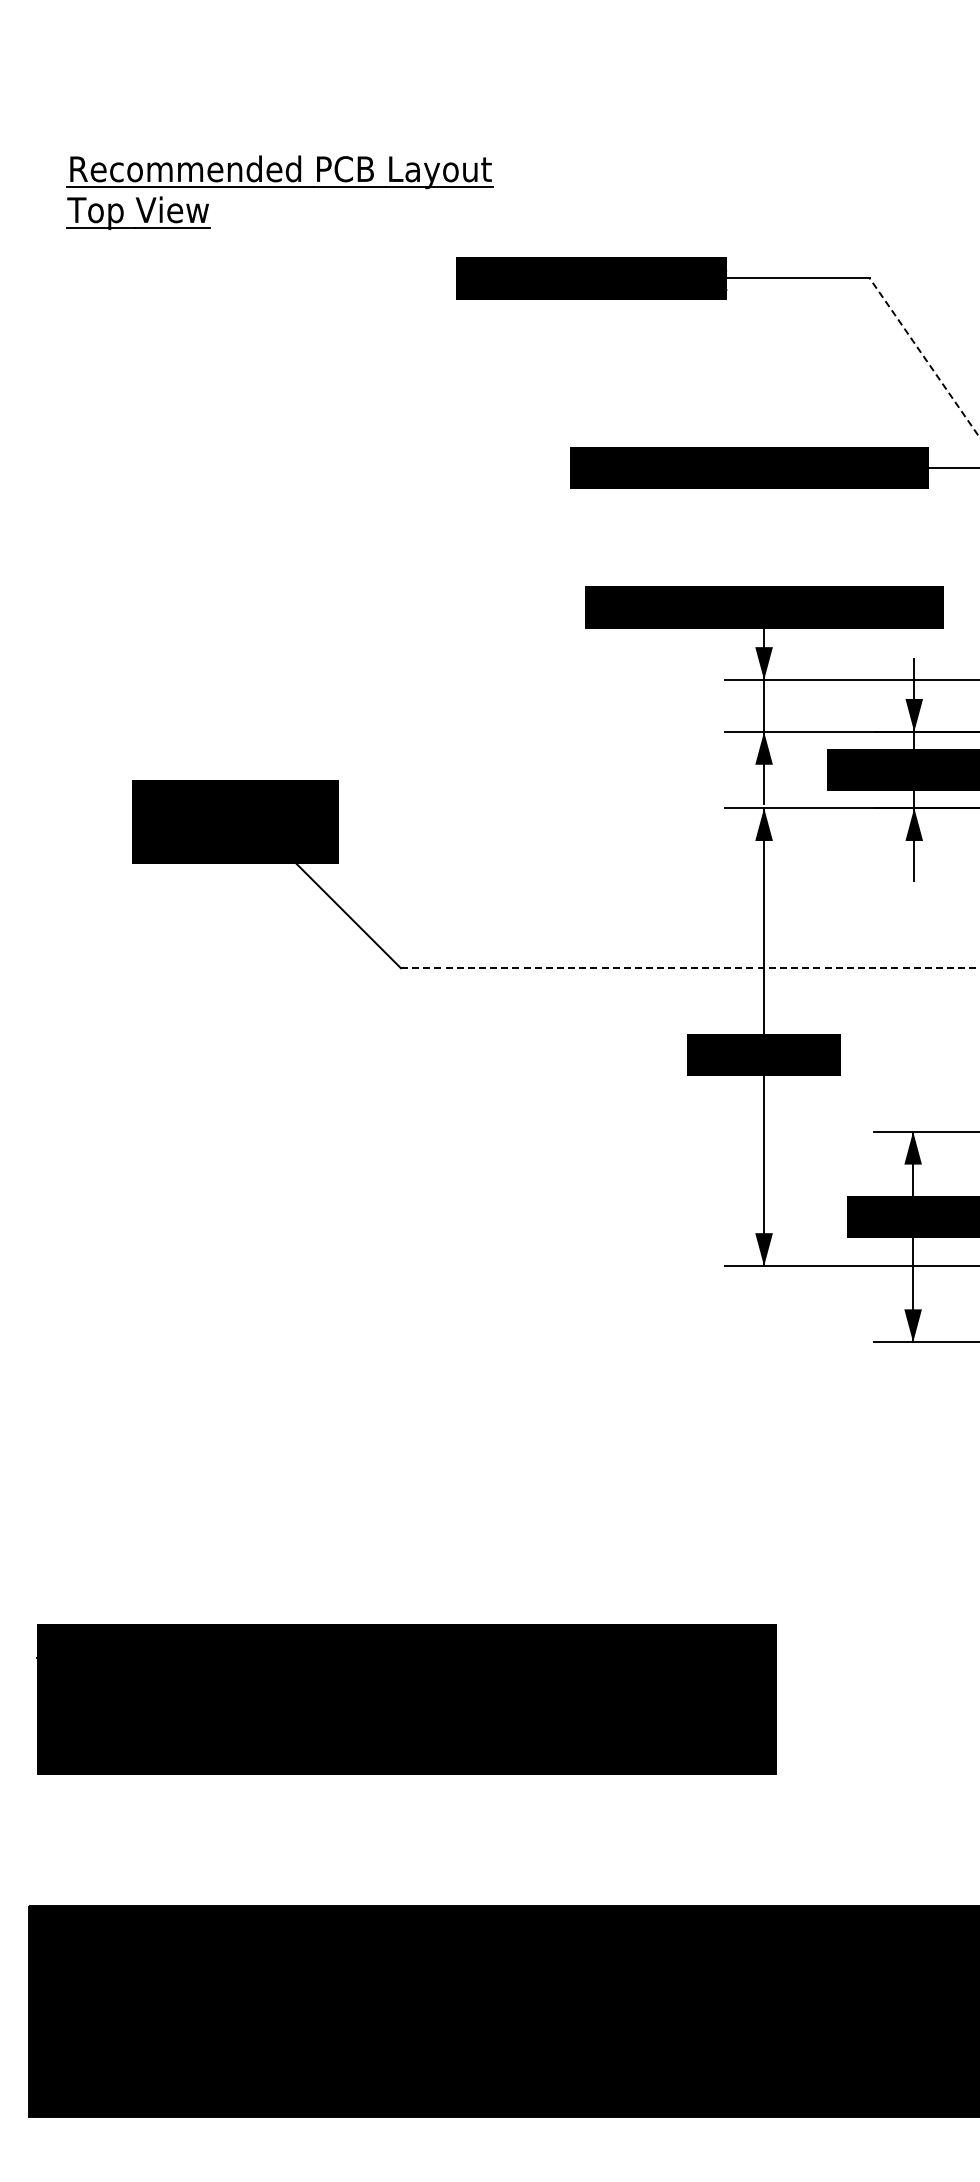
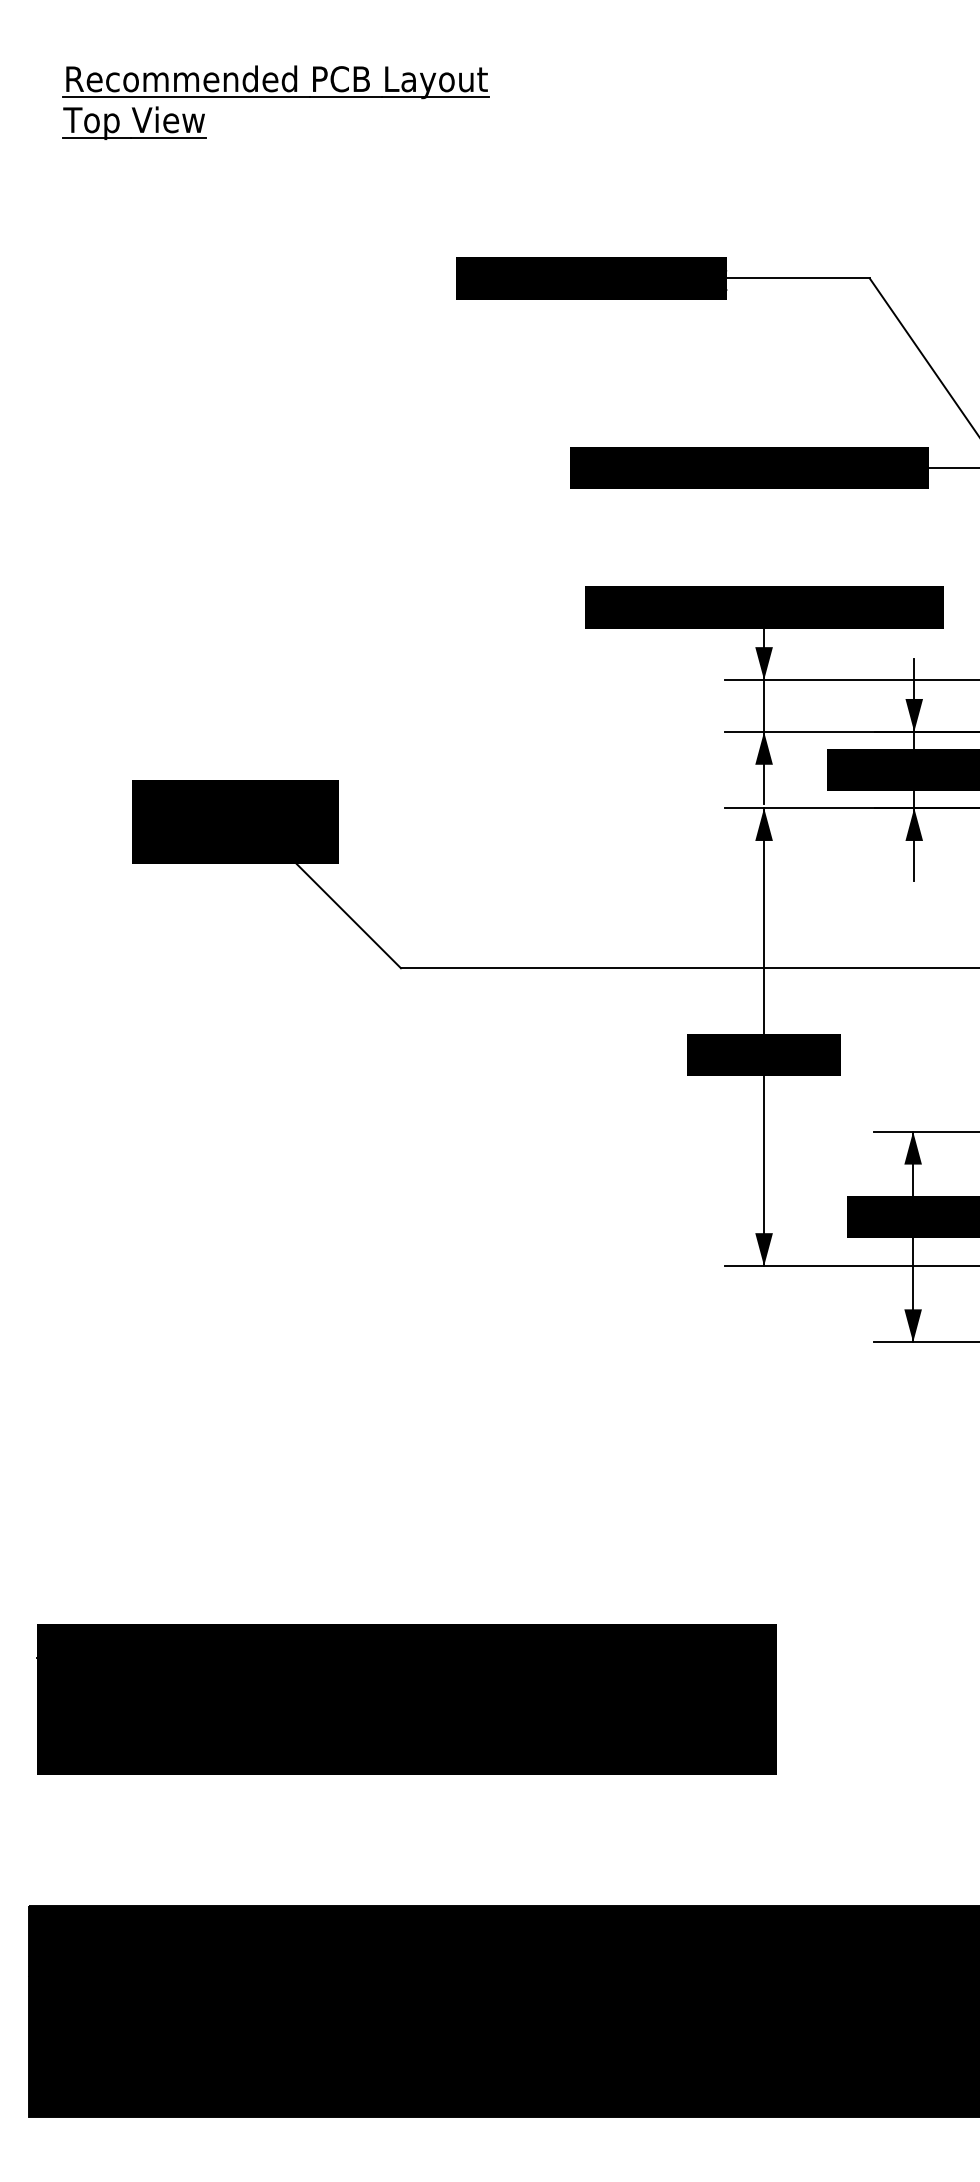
part at (279, 192) position: (279, 192) -> (275, 102)
line at (924, 358): dashed -> solid
line at (690, 968): dashed -> solid
